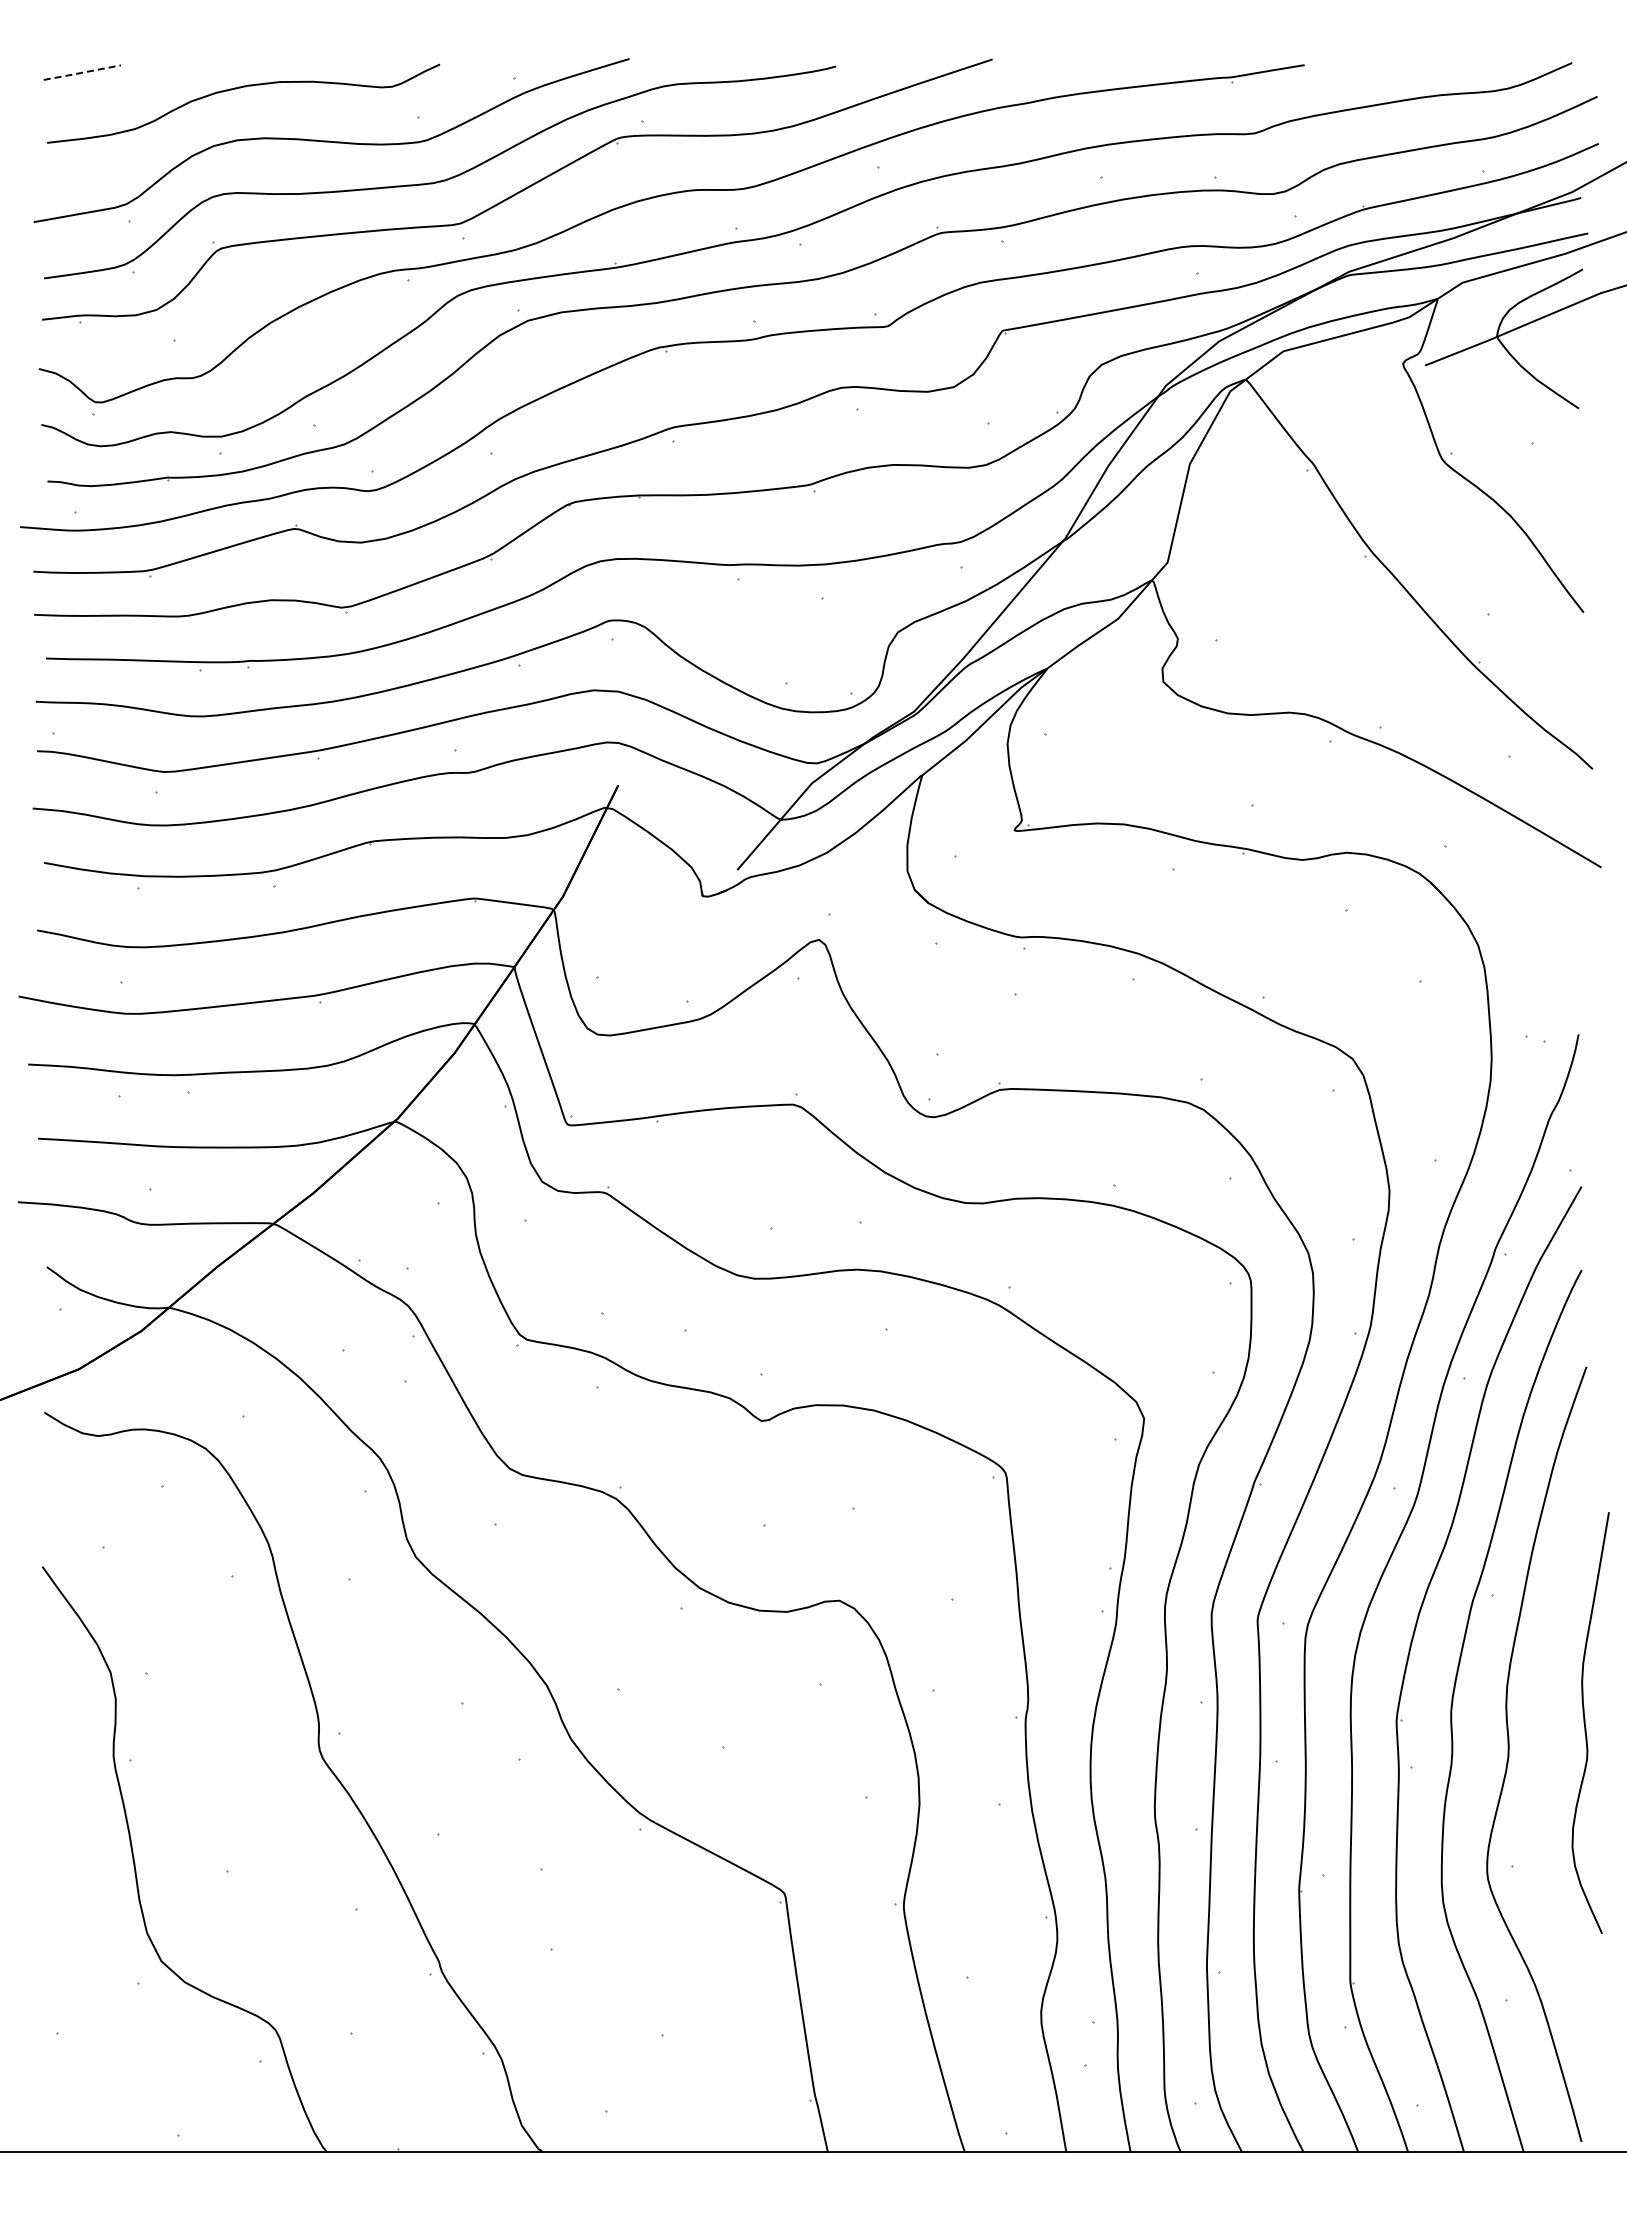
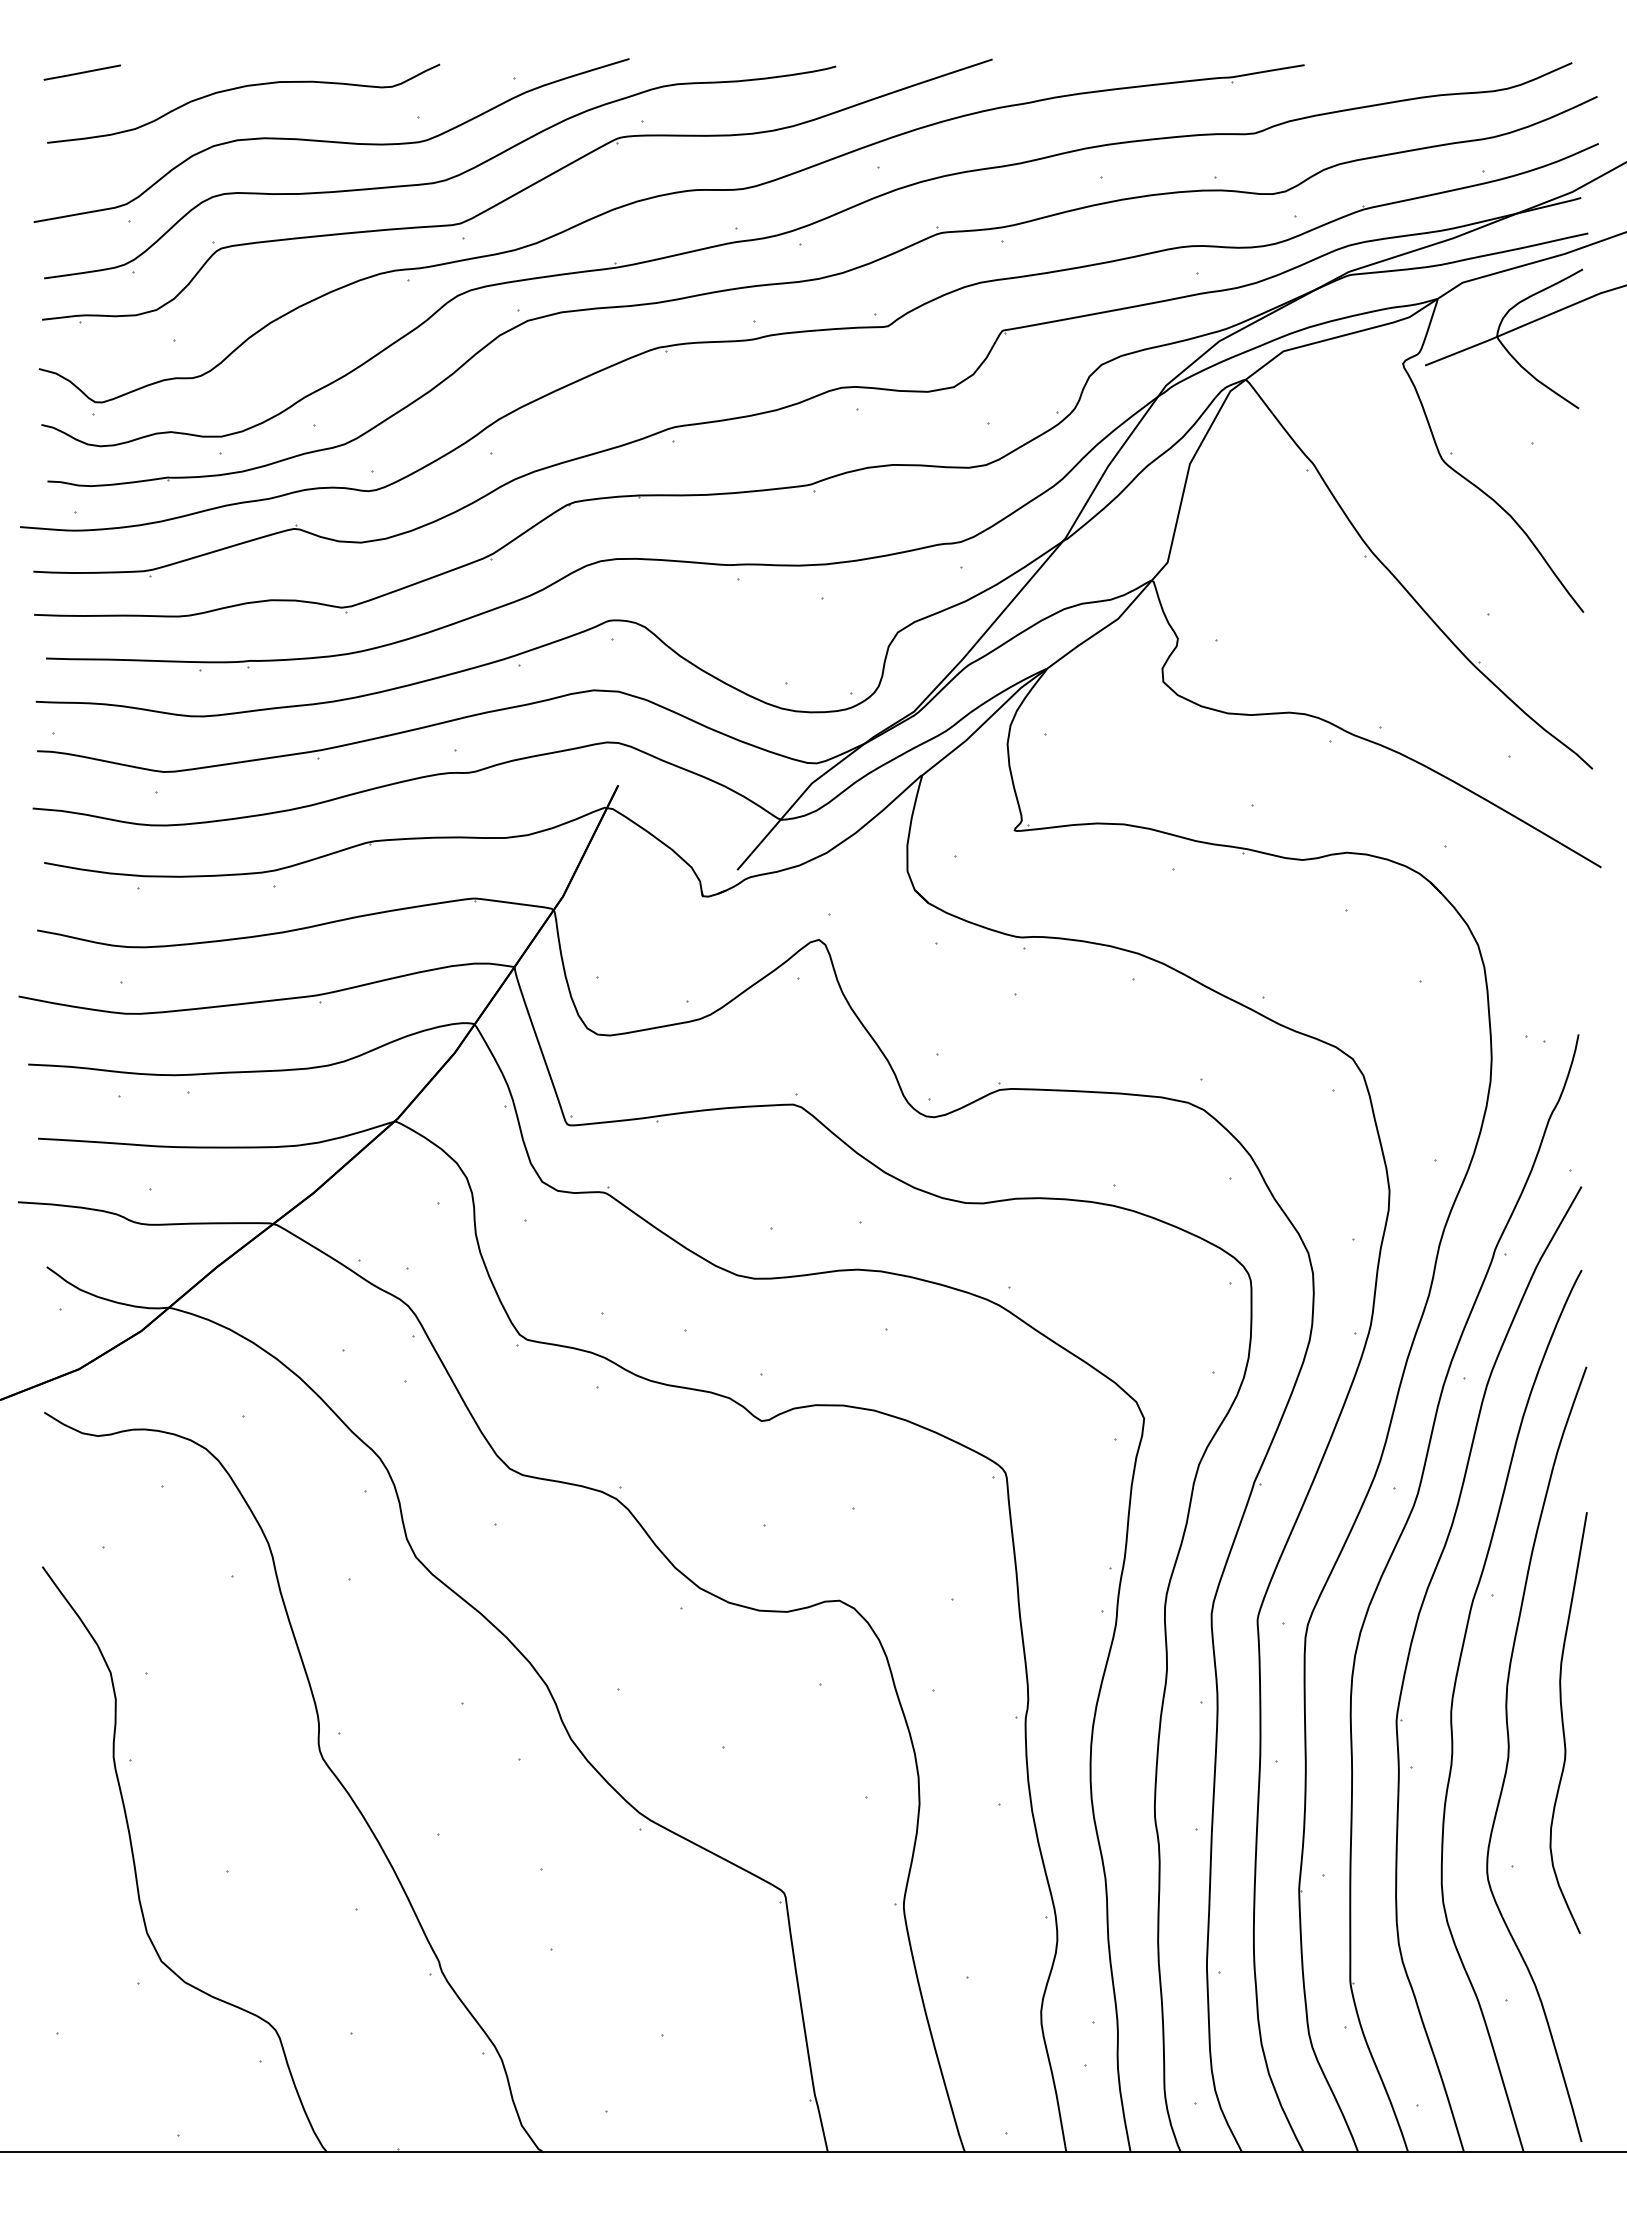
line at (82, 72): dashed -> solid
curve at (1585, 1722) position: (1585, 1722) -> (1563, 1722)
